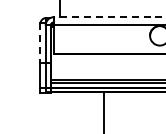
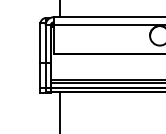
line at (109, 17): dashed -> solid
line at (40, 43): dashed -> solid
line at (103, 111) position: (103, 111) -> (59, 111)
